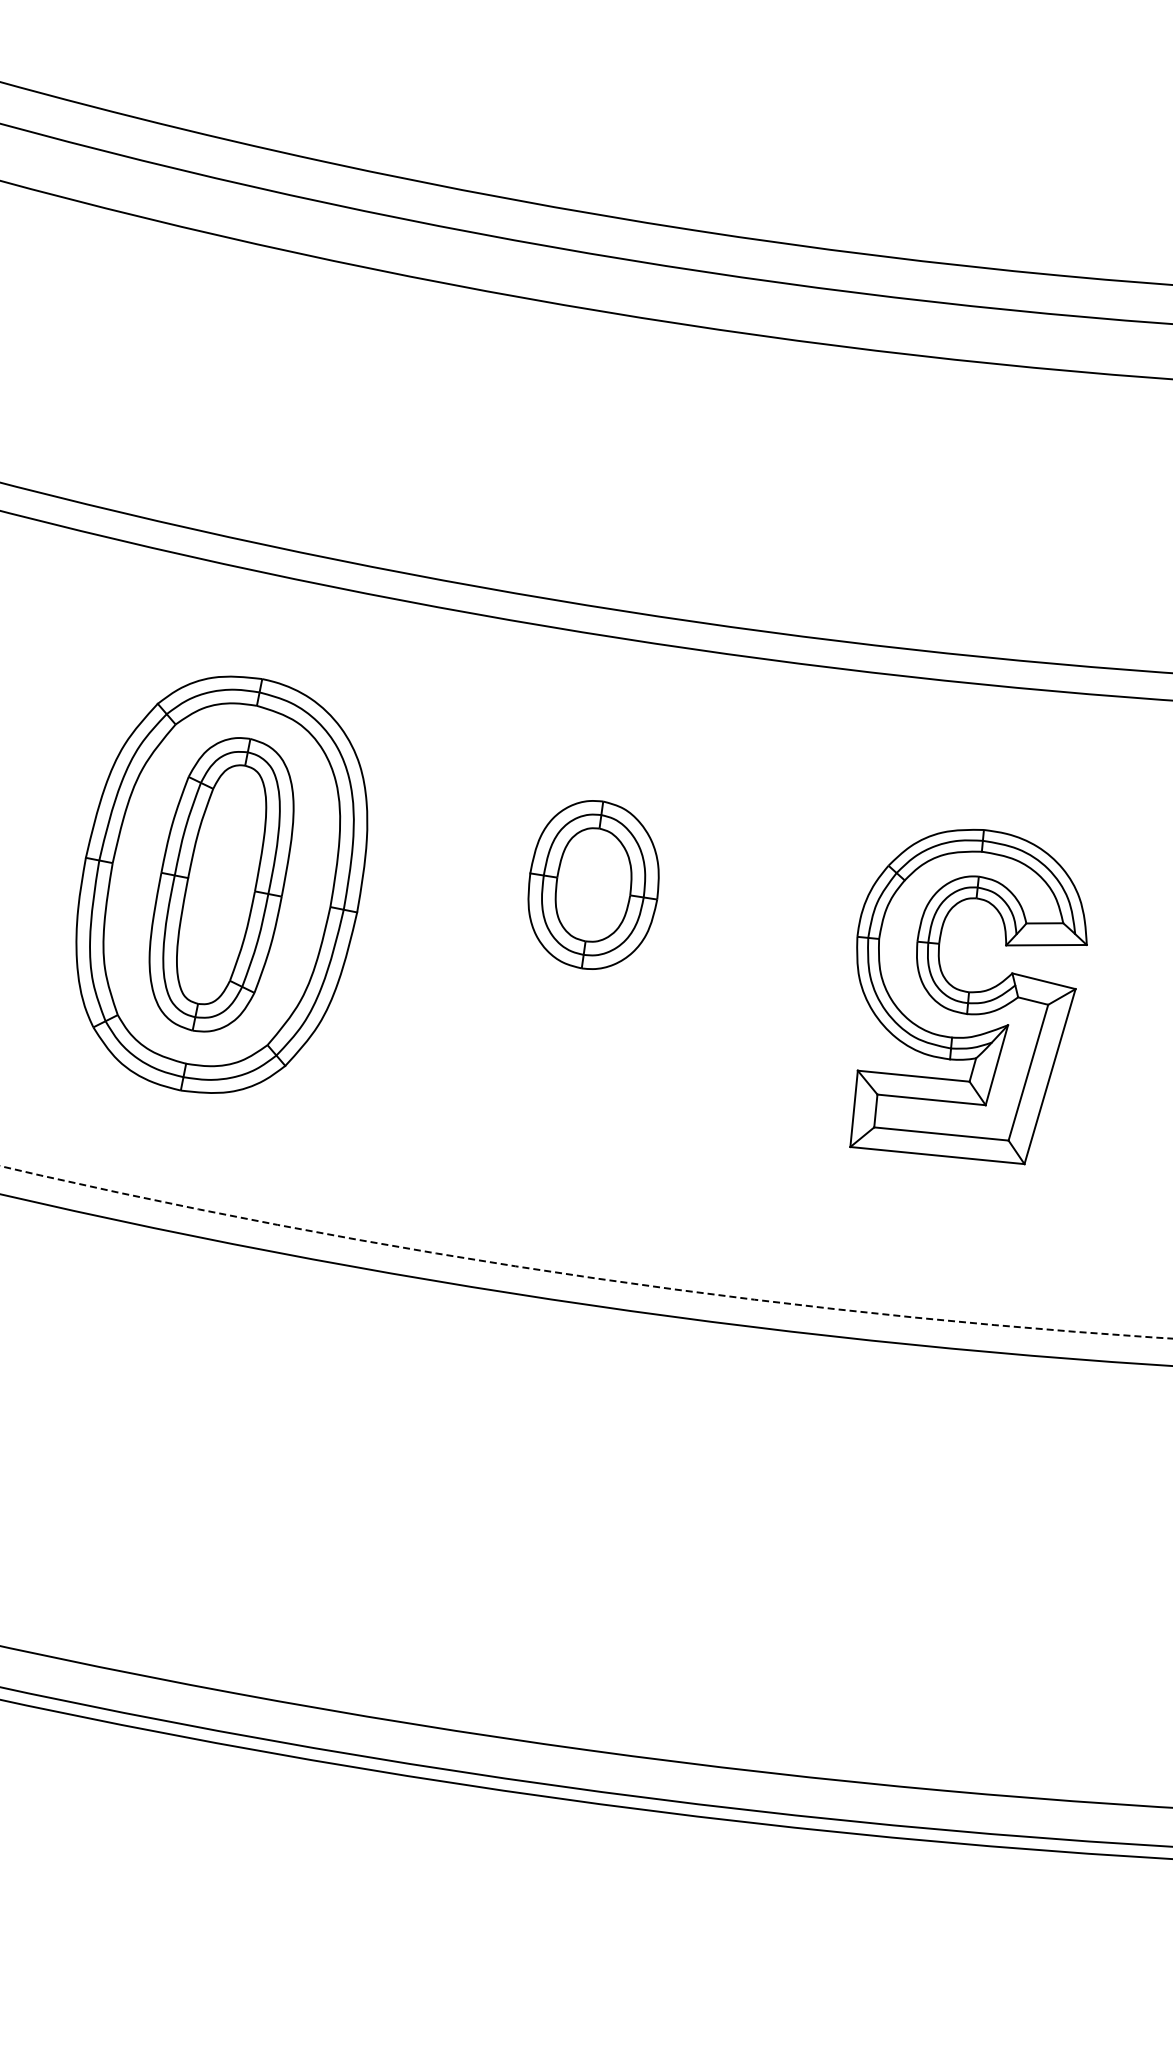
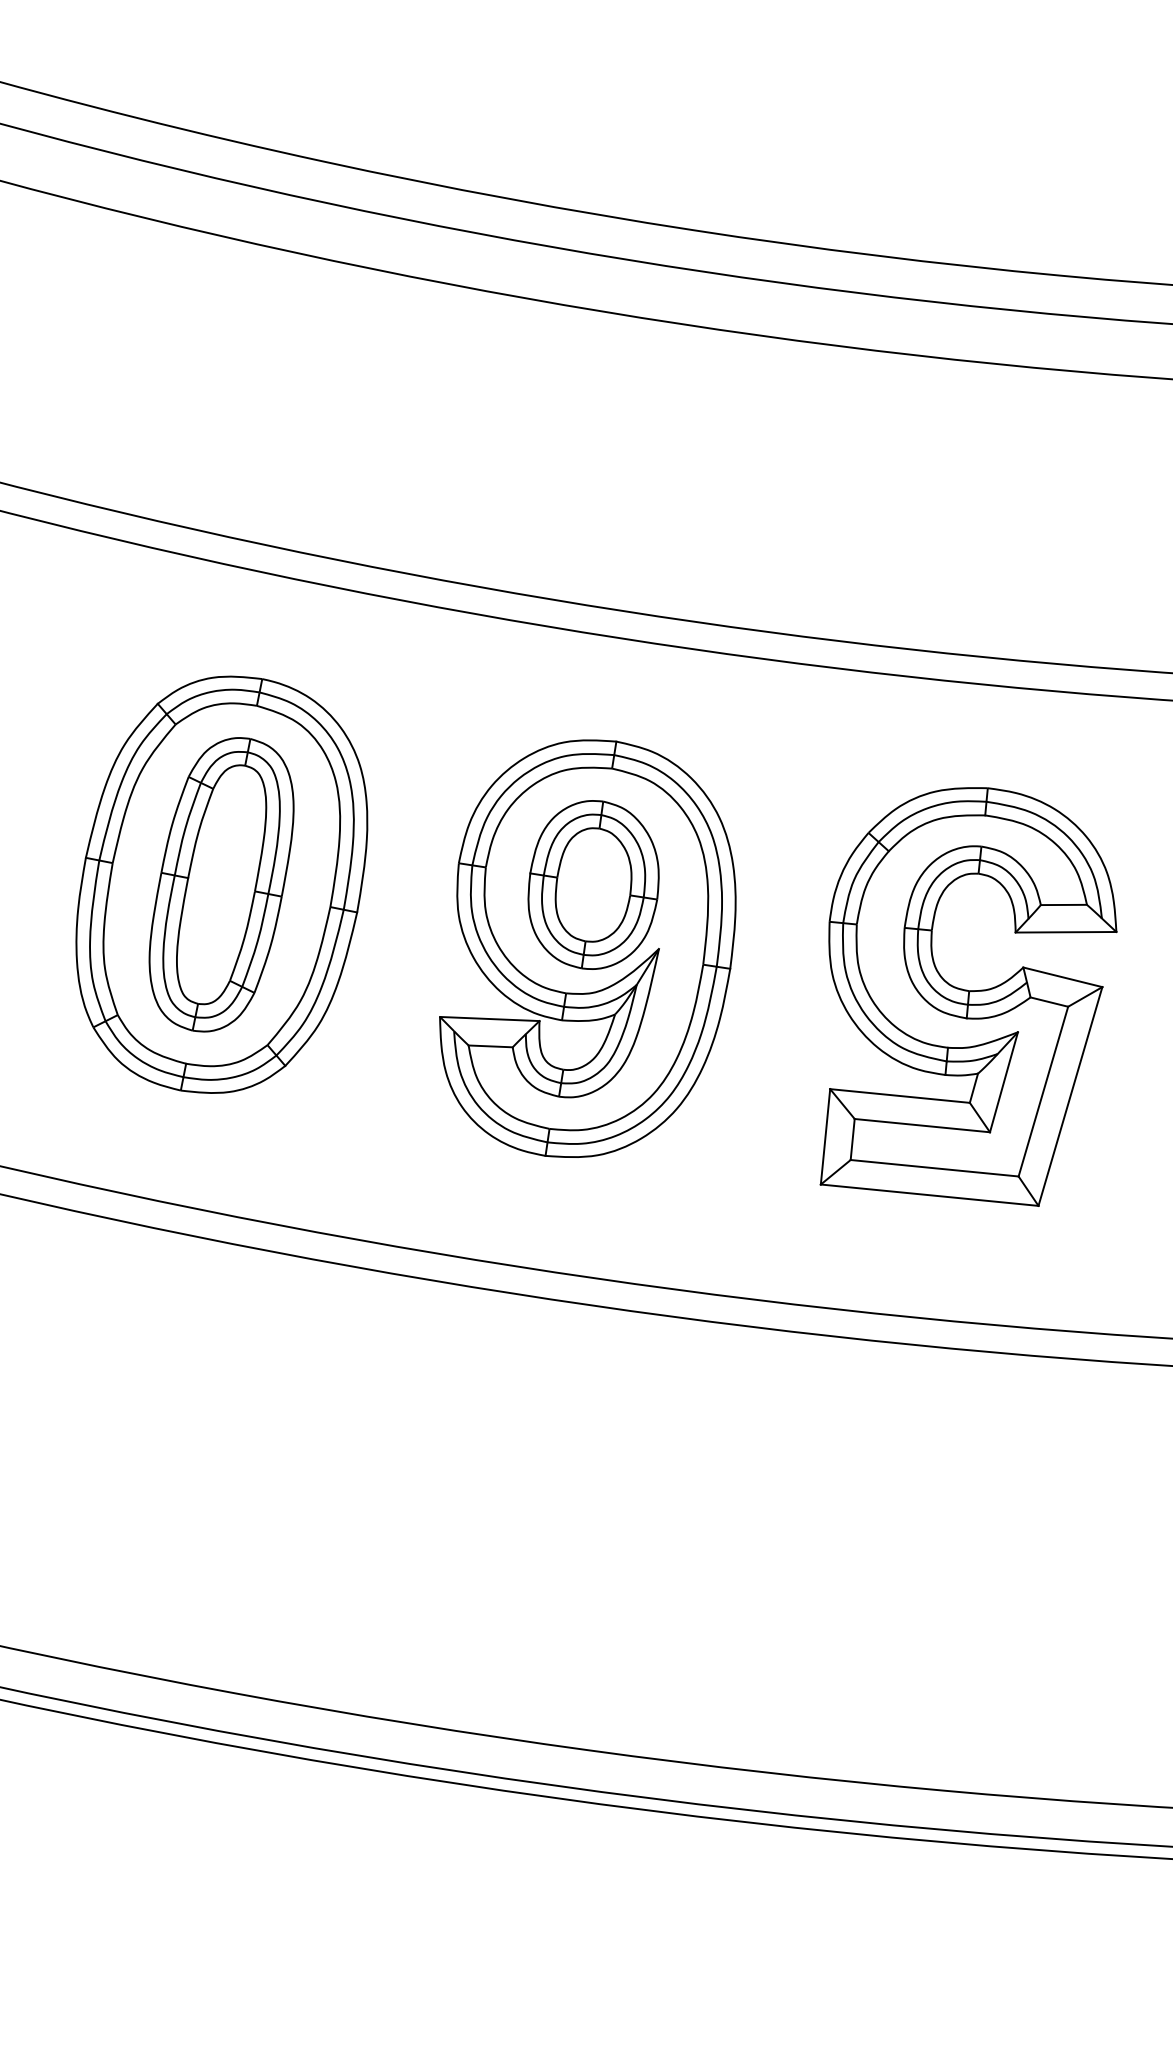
part at (587, 948): none -> present
part at (968, 996) size: 239x338 px -> 299x420 px
arc at (584, 1276): dashed -> solid
